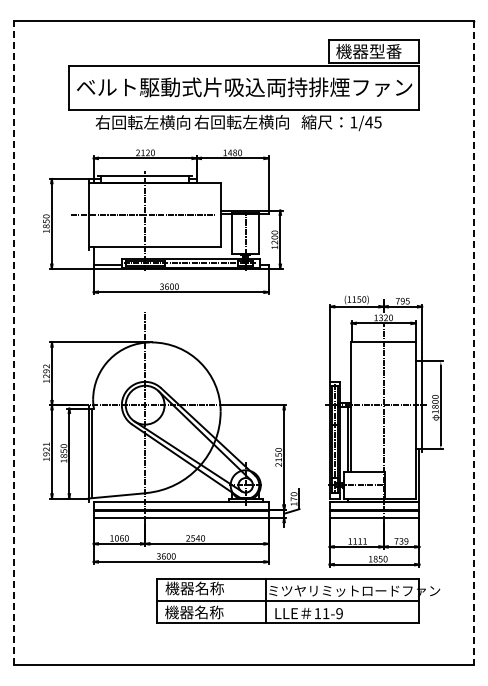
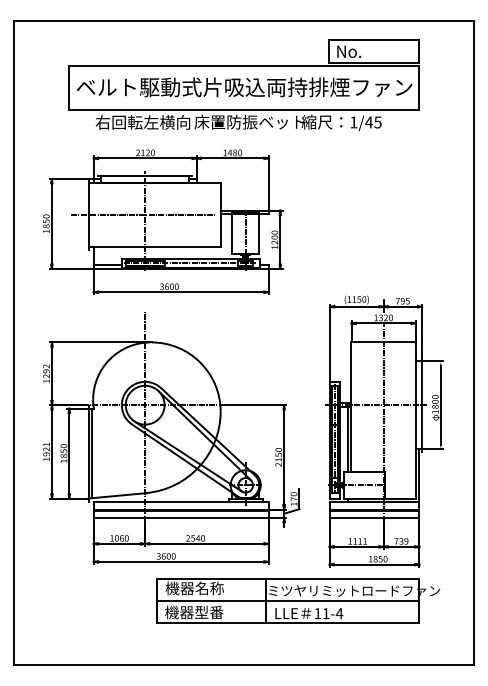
text at (368, 51): 機器型番 -> No.
text at (248, 121): 右回転左横向 -> 床置防振ベット
line at (14, 342): dashed -> solid
line at (473, 343): dashed -> solid
text at (209, 612): 機器名称 -> 機器型番
text at (339, 613): 11-9 -> 11-4
